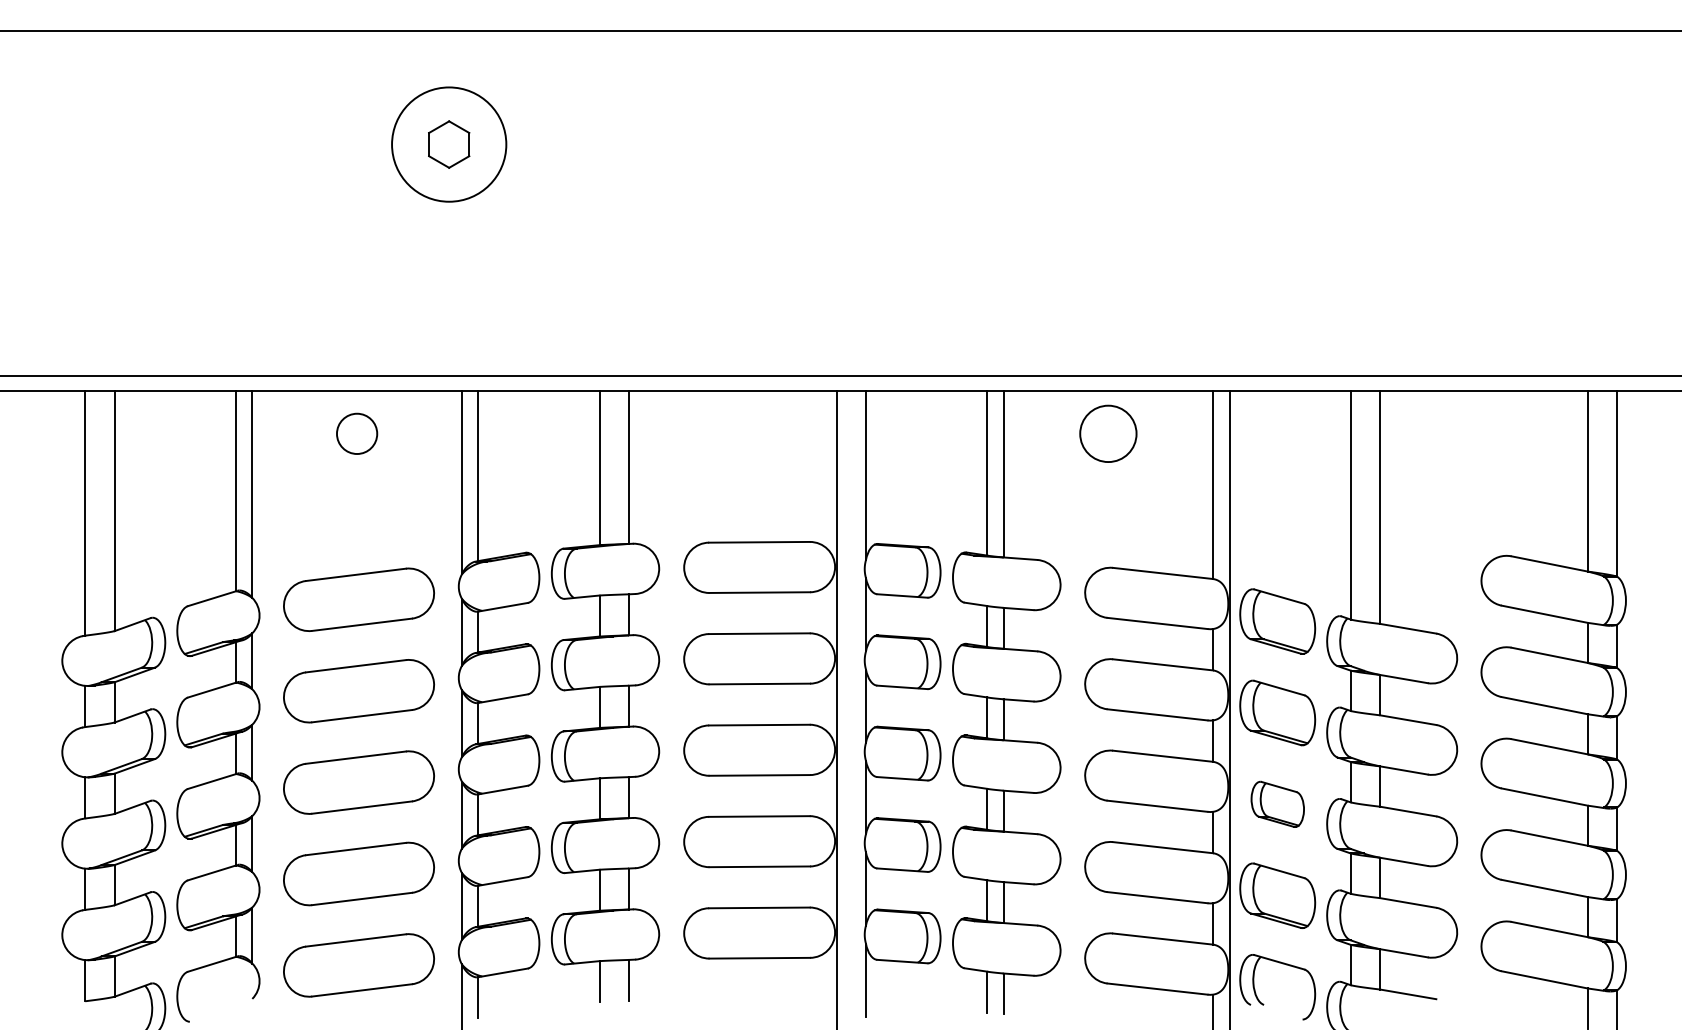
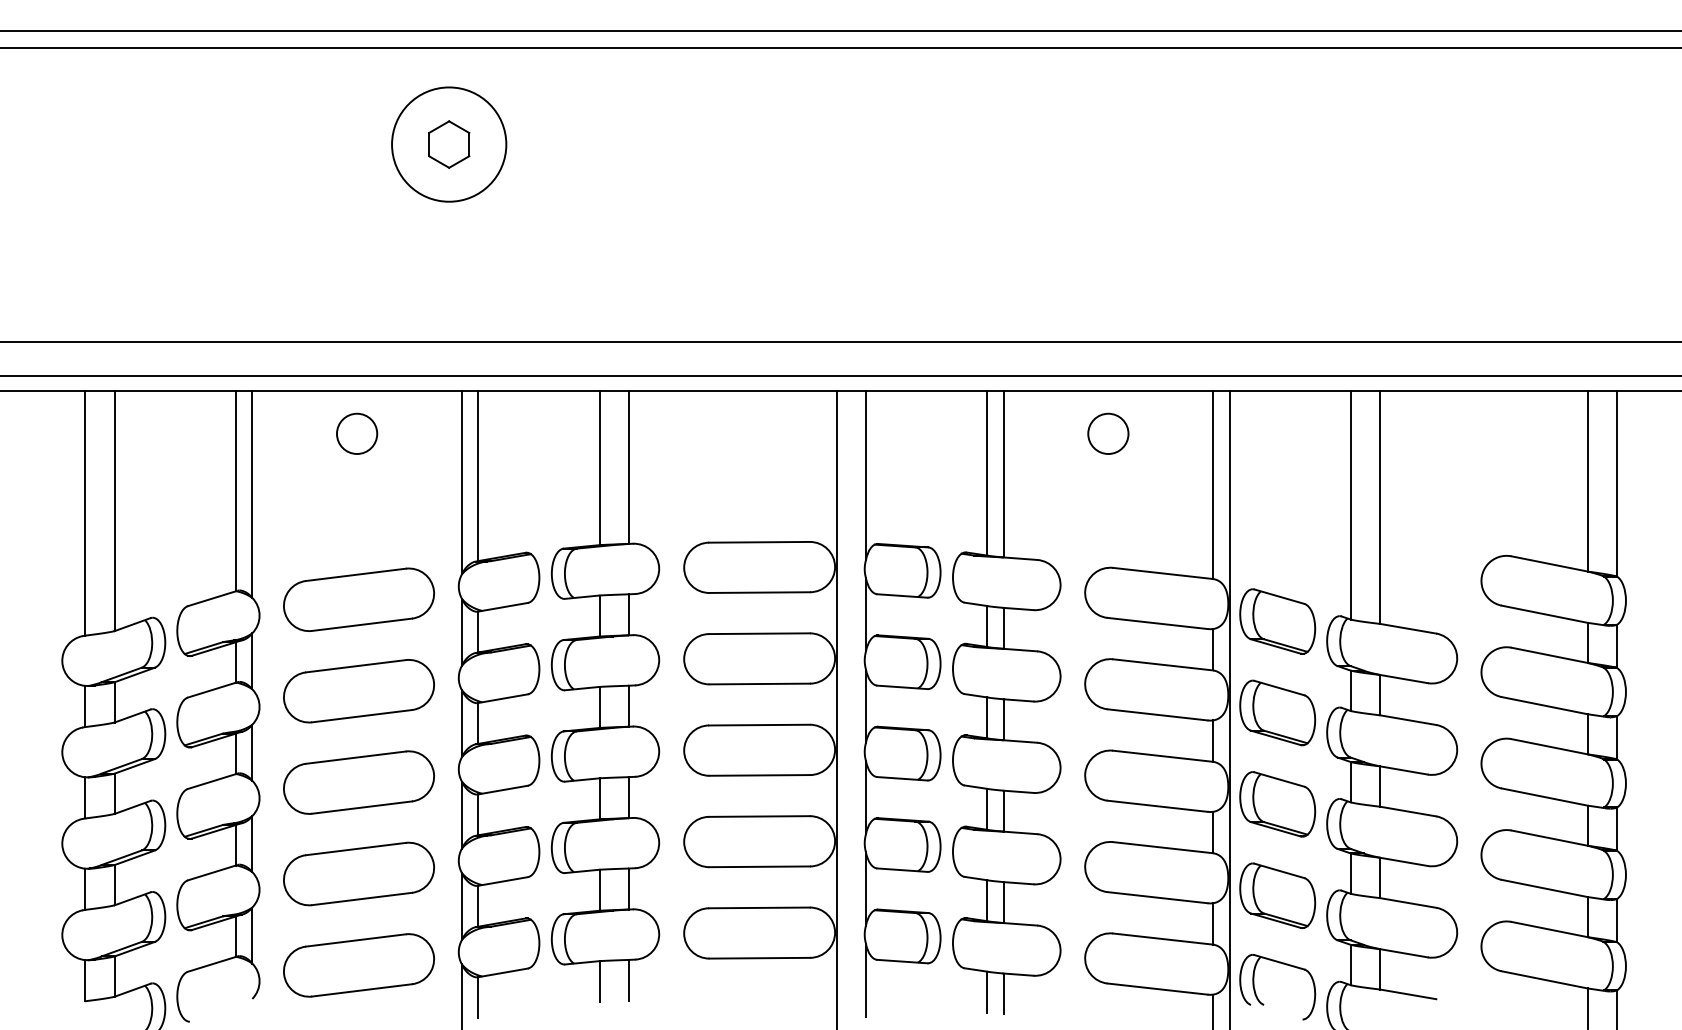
line at (840, 48): none -> present
line at (840, 342): none -> present
circle at (1108, 433) diameter: 56 px -> 40 px
part at (1277, 803) size: 55x48 px -> 78x67 px
